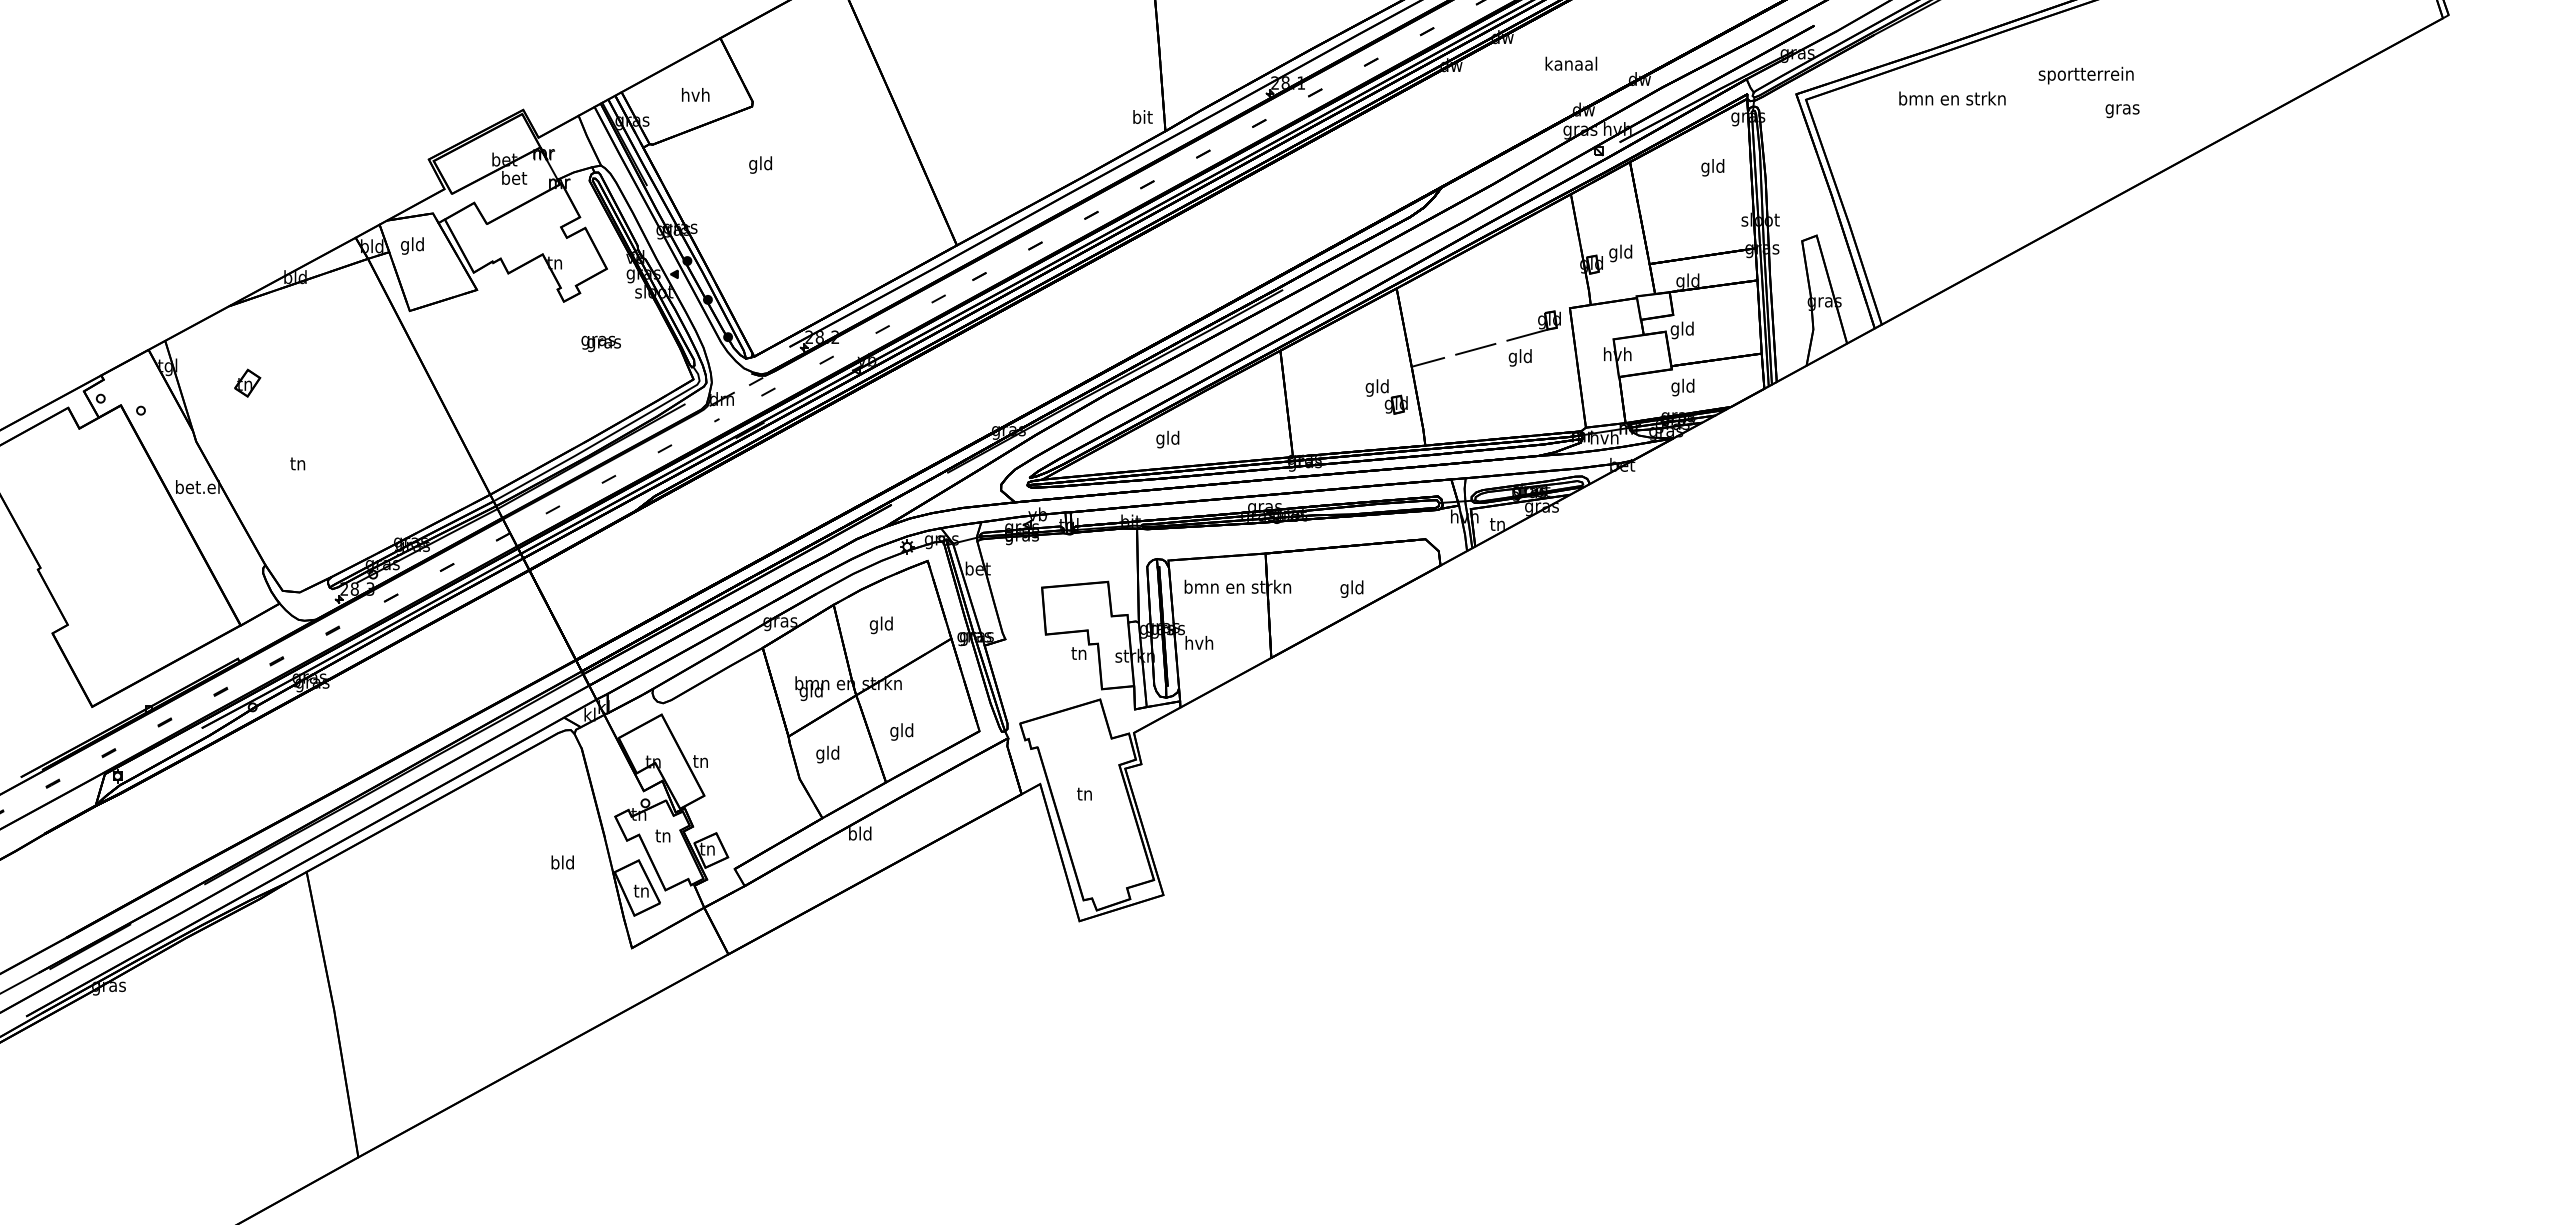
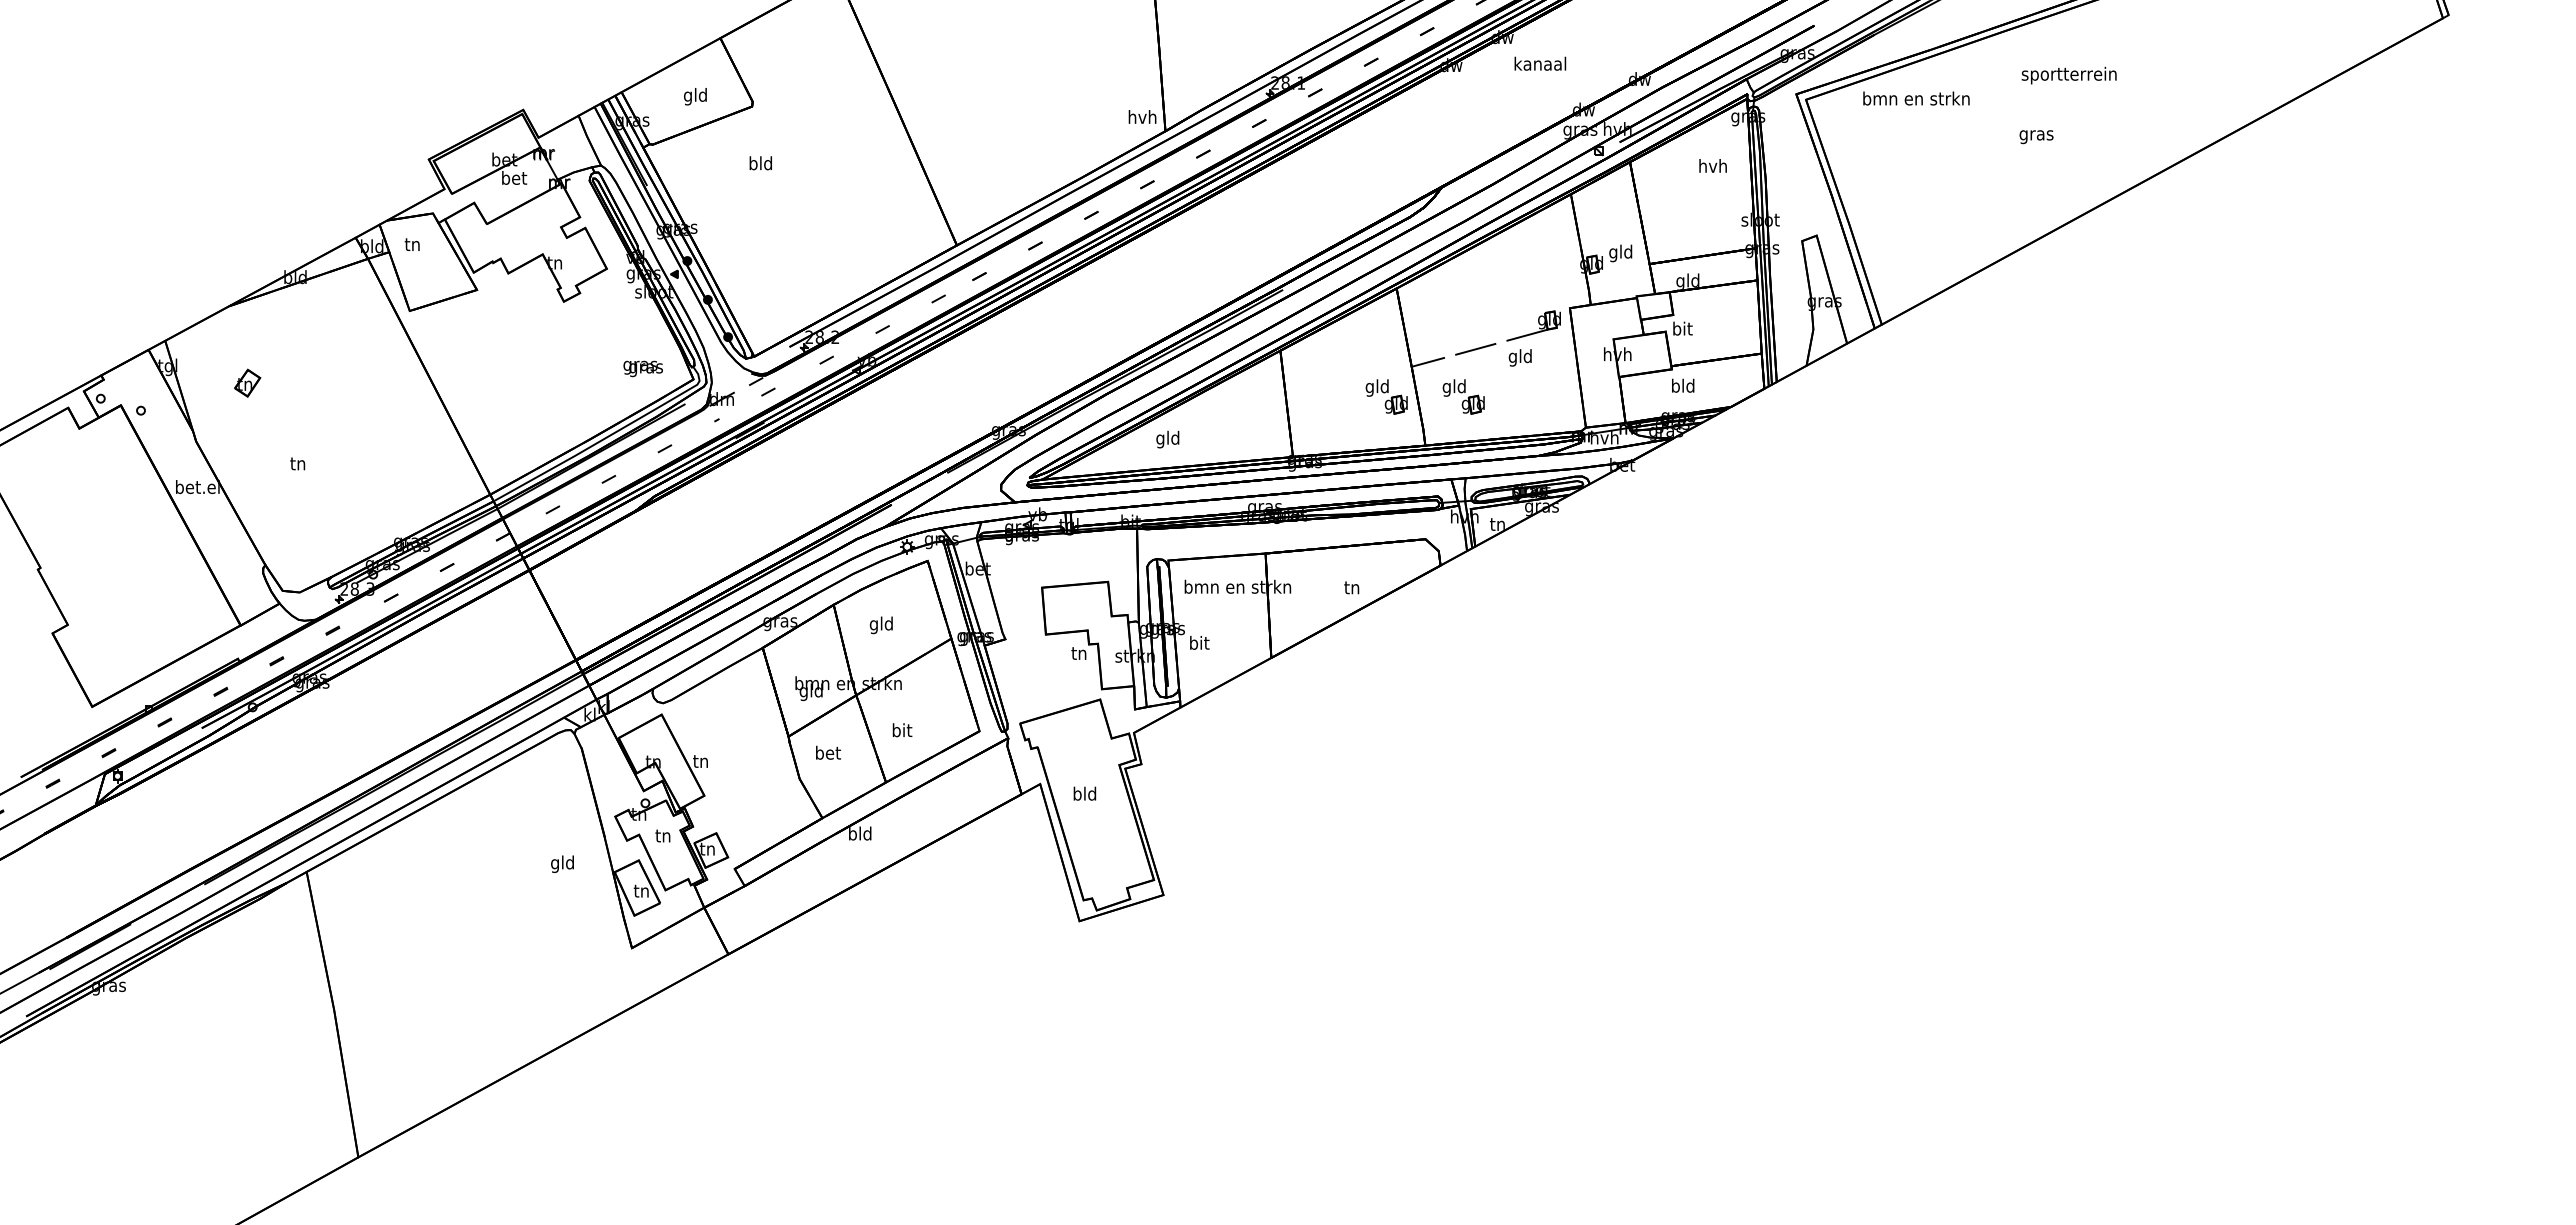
text at (1571, 63) position: (1571, 63) -> (1540, 63)
text at (2085, 75) position: (2085, 75) -> (2068, 75)
text at (695, 96): hvh -> gld
text at (1952, 98) position: (1952, 98) -> (1916, 98)
text at (2122, 111) position: (2122, 111) -> (2036, 137)
text at (1142, 116): bit -> hvh
text at (753, 164): gld -> bld
text at (1712, 167): gld -> hvh
text at (412, 245): gld -> tn
text at (1681, 330): gld -> bit
text at (600, 343) position: (600, 343) -> (642, 368)
text at (1675, 387): gld -> bld
part at (1463, 396): none -> present
text at (1351, 588): gld -> tn
text at (1199, 642): hvh -> bit
text at (901, 731): gld -> bit
text at (828, 754): gld -> bet
text at (1084, 793): tn -> bld
text at (555, 864): bld -> gld
